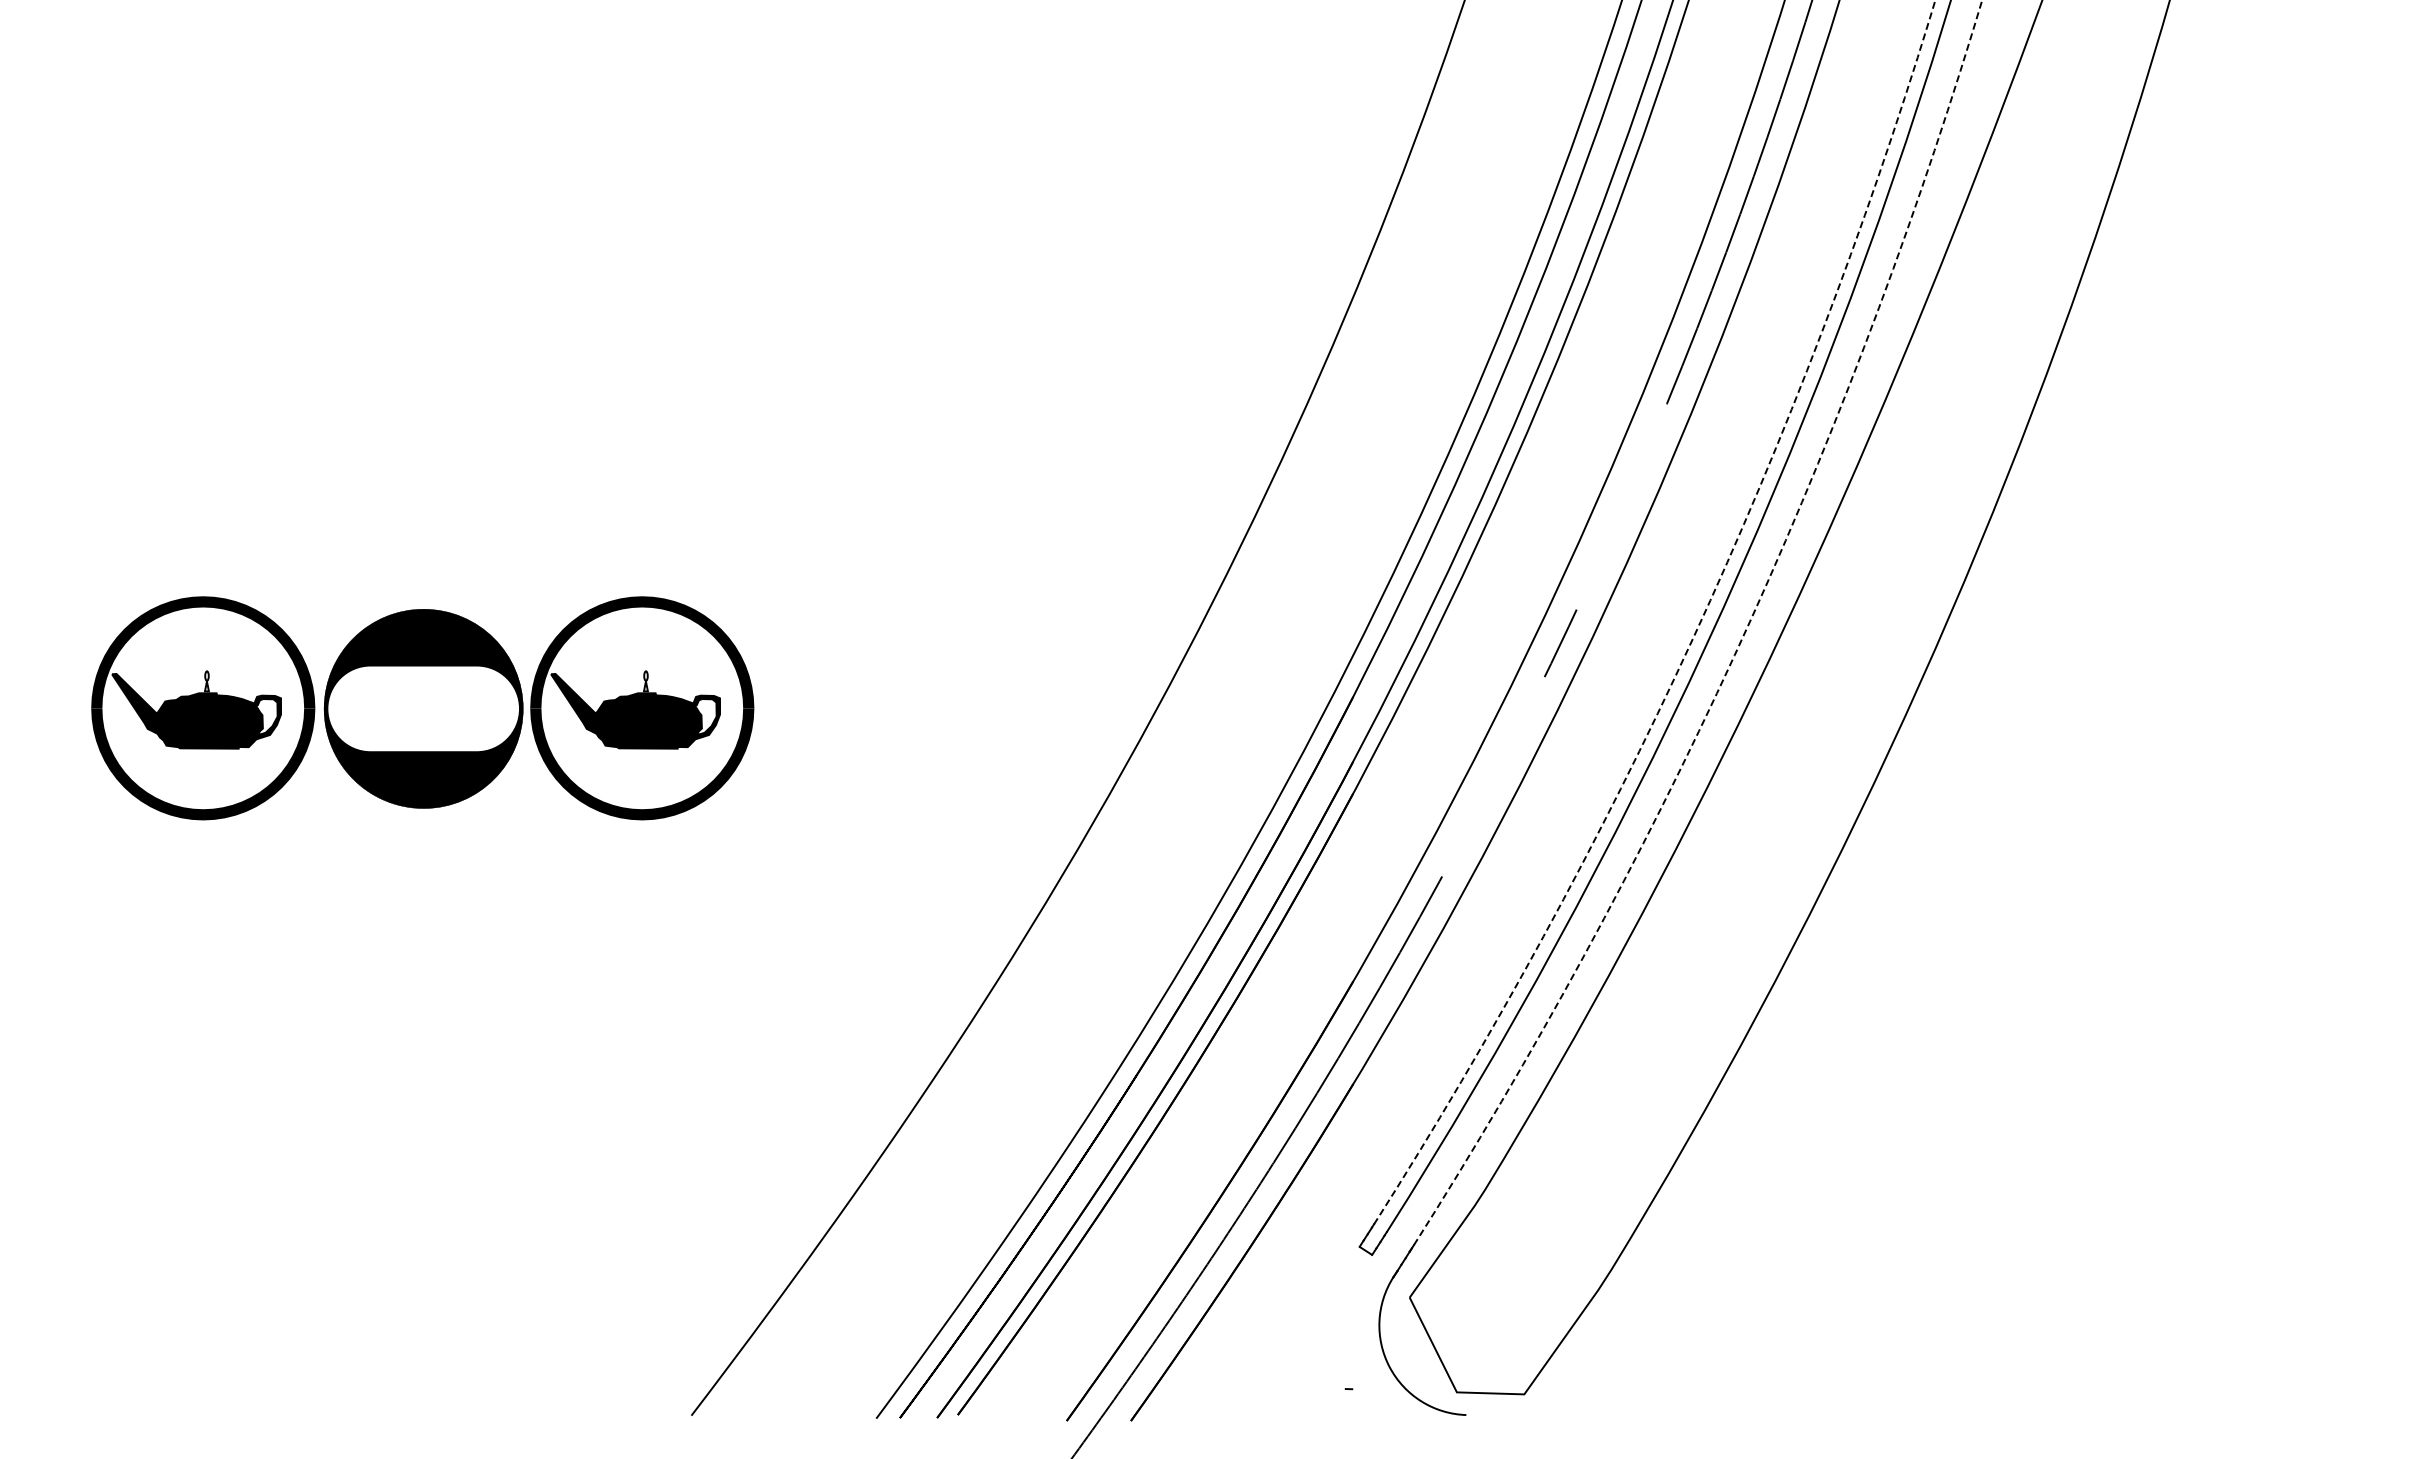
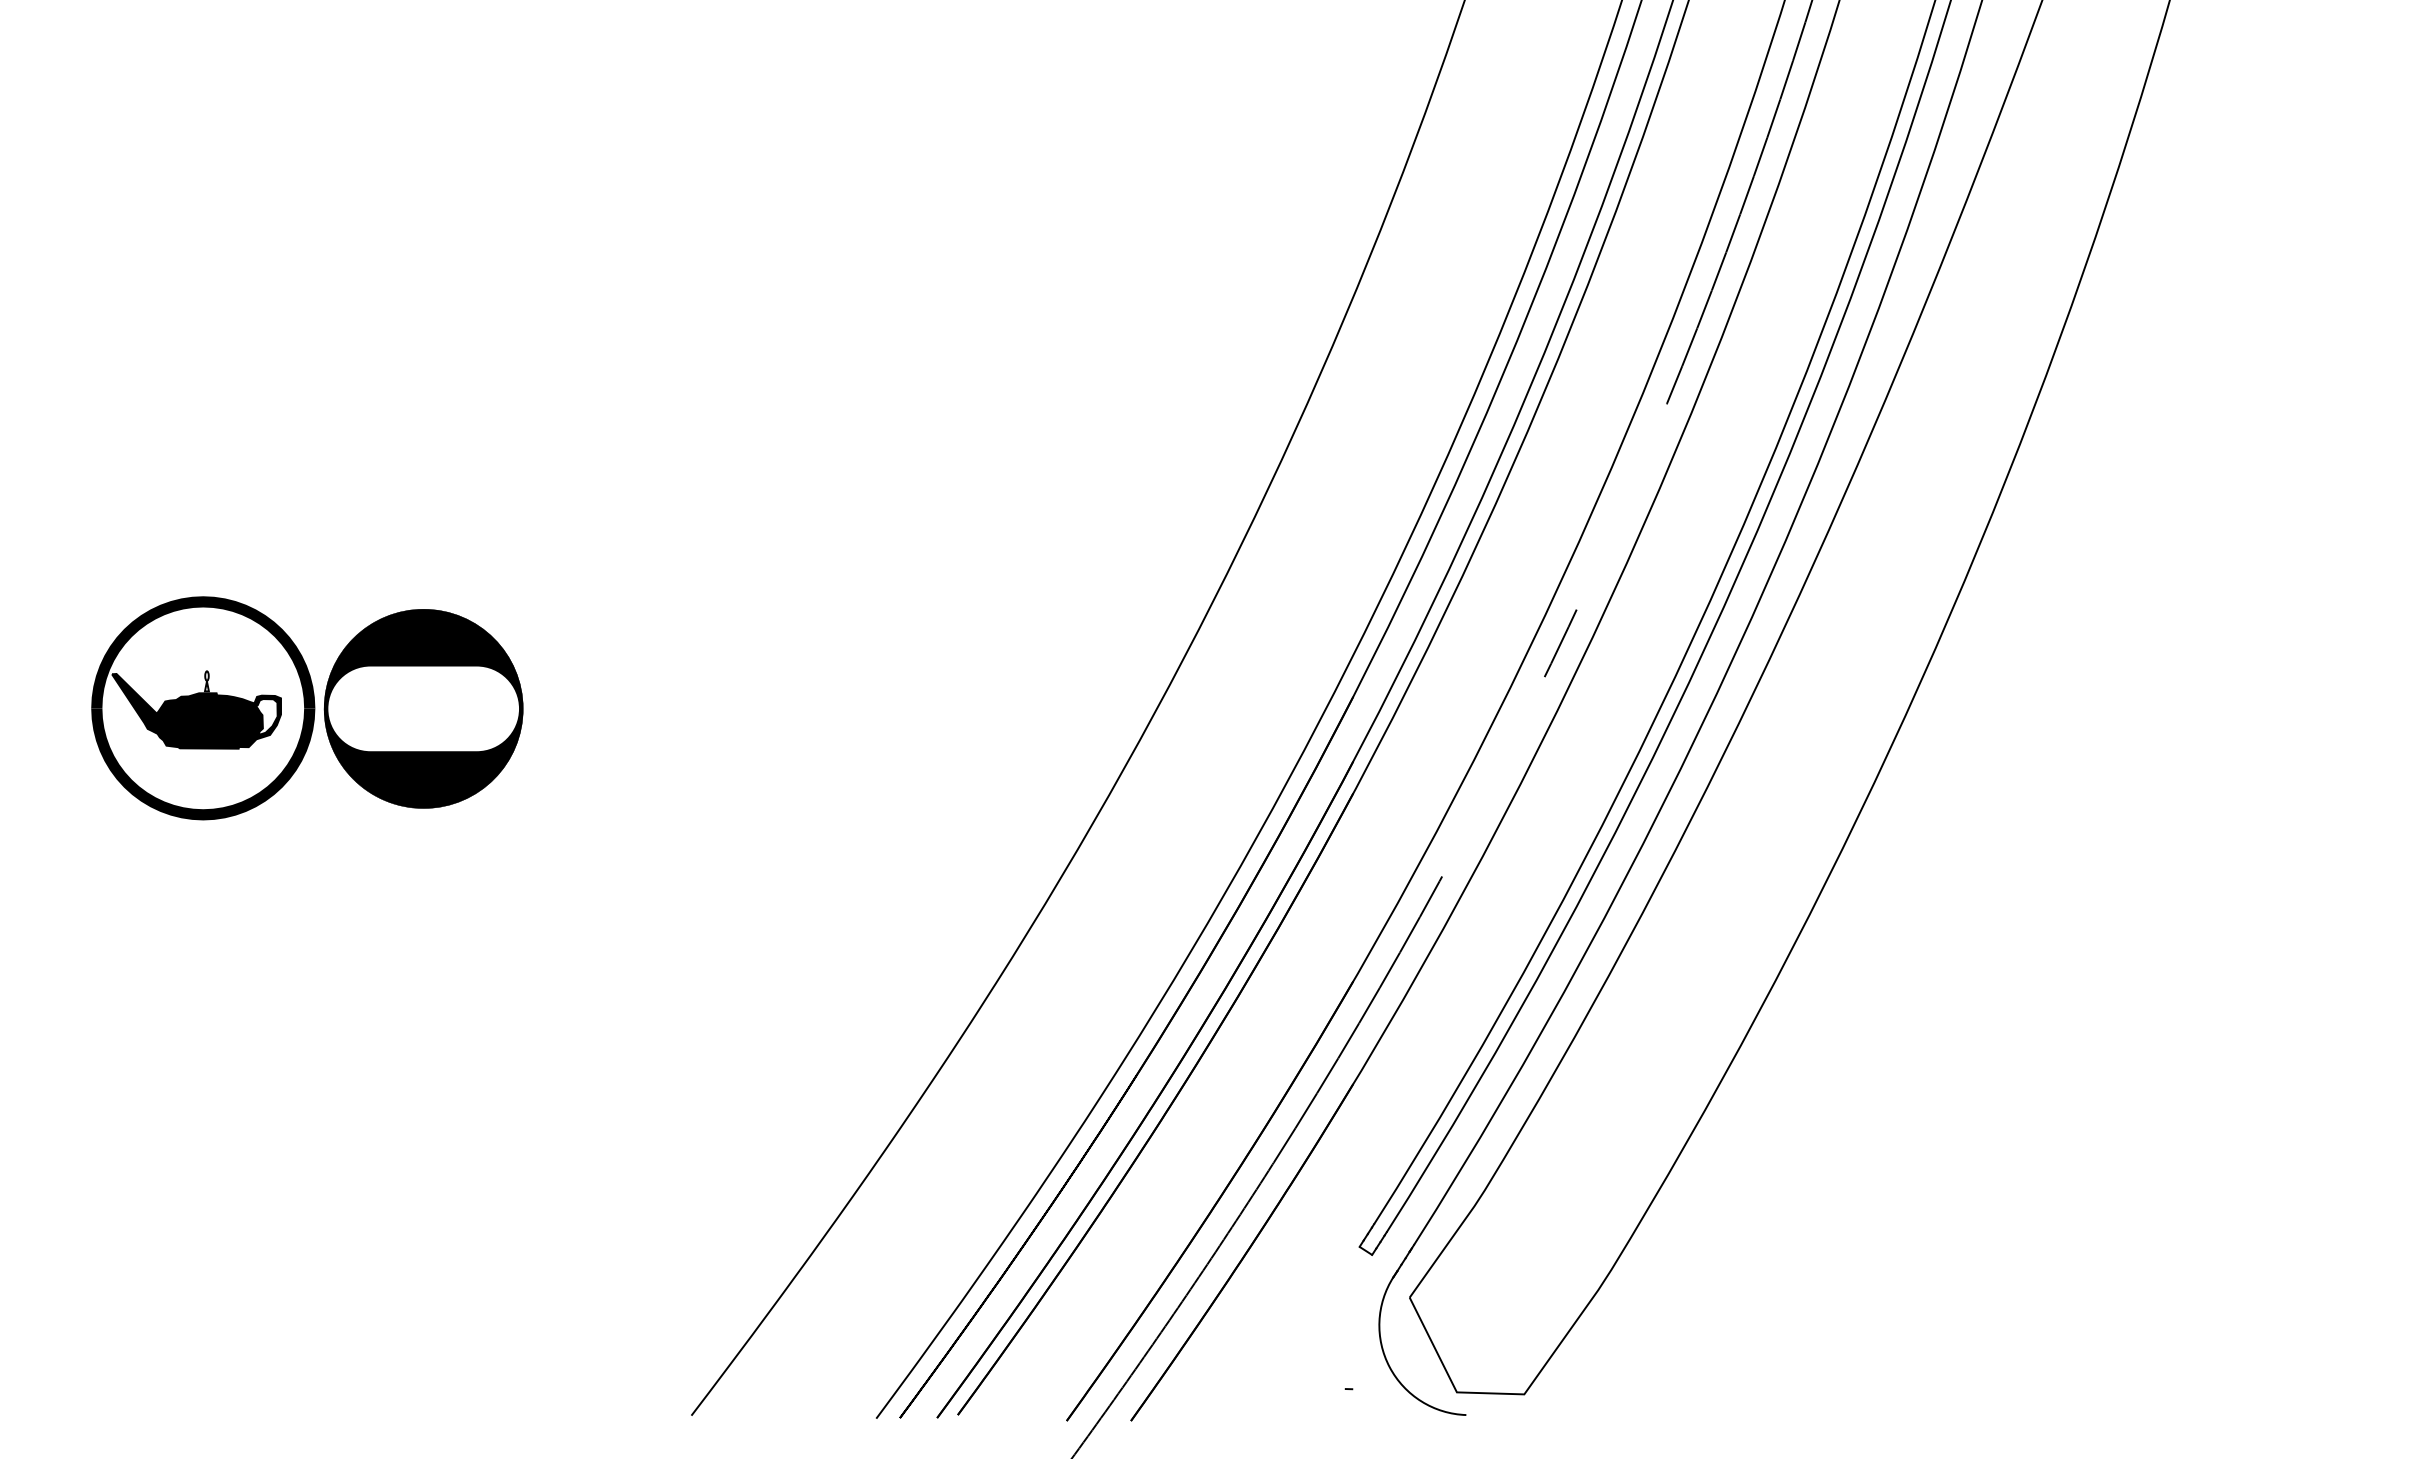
arc at (1697, 629): dashed -> solid
arc at (1739, 643): dashed -> solid
part at (642, 708): present -> none
